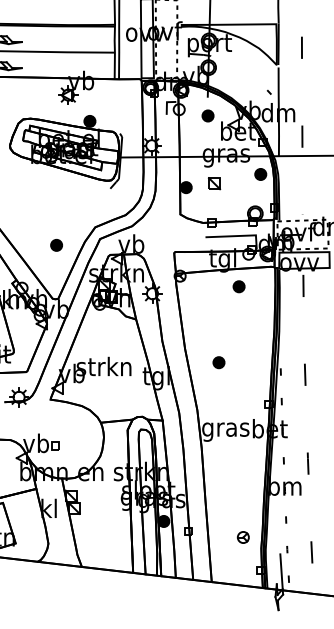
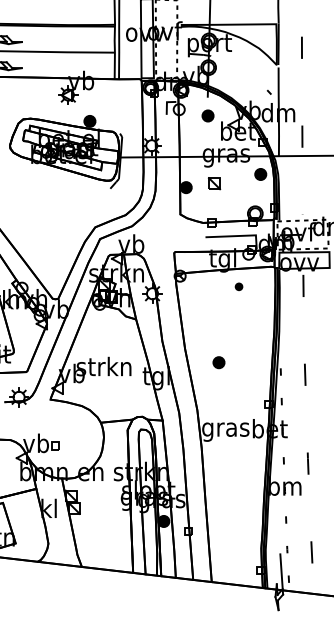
part at (56, 245): present -> none
part at (238, 286) size: 14x14 px -> 10x10 px
part at (242, 537): present -> none
